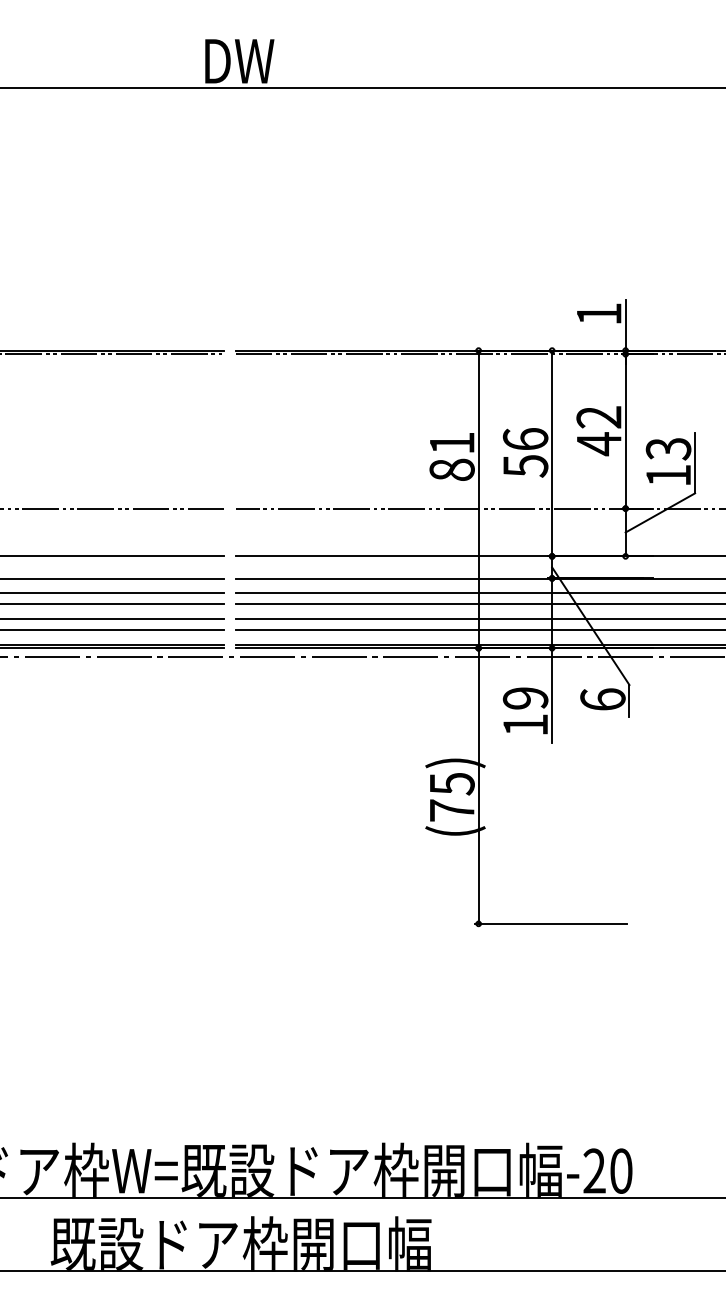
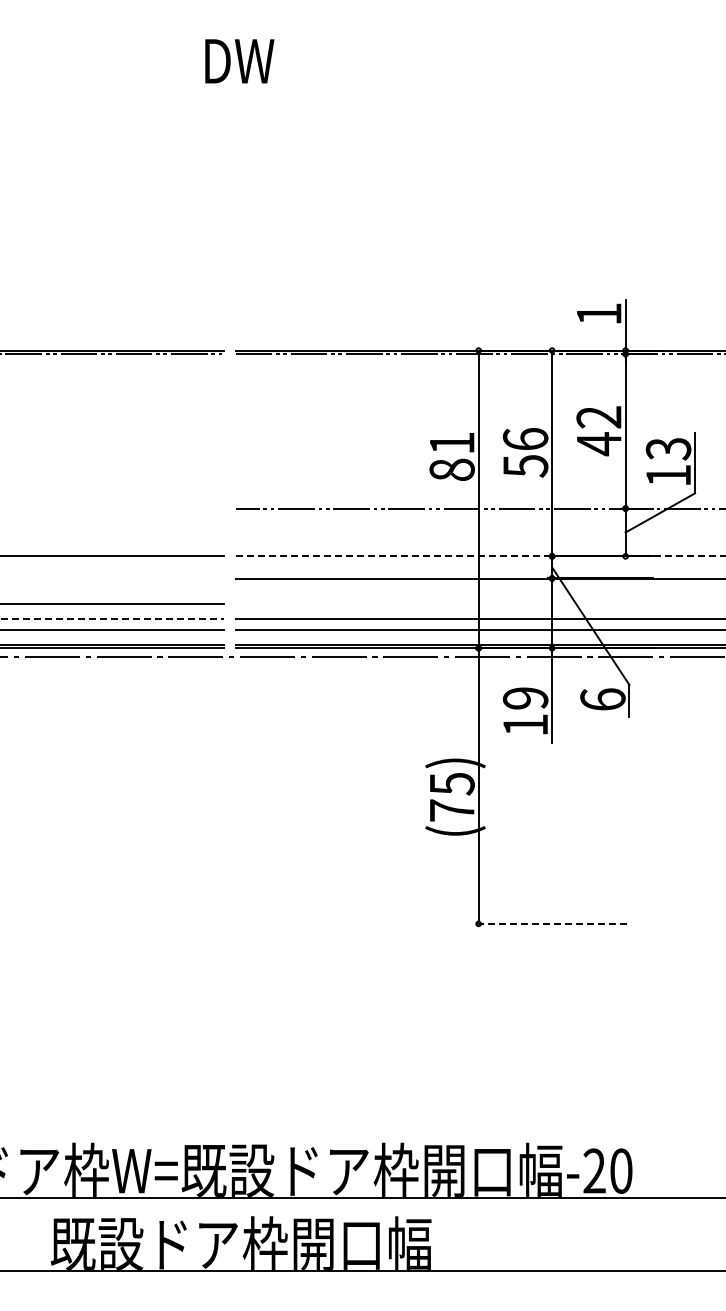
line at (362, 87): present -> none
line at (113, 508): present -> none
line at (481, 556): solid -> dashed
line at (113, 579): present -> none
line at (113, 593): present -> none
line at (478, 593): present -> none
line at (478, 604): present -> none
line at (112, 618): solid -> dashed
line at (550, 923): solid -> dashed
